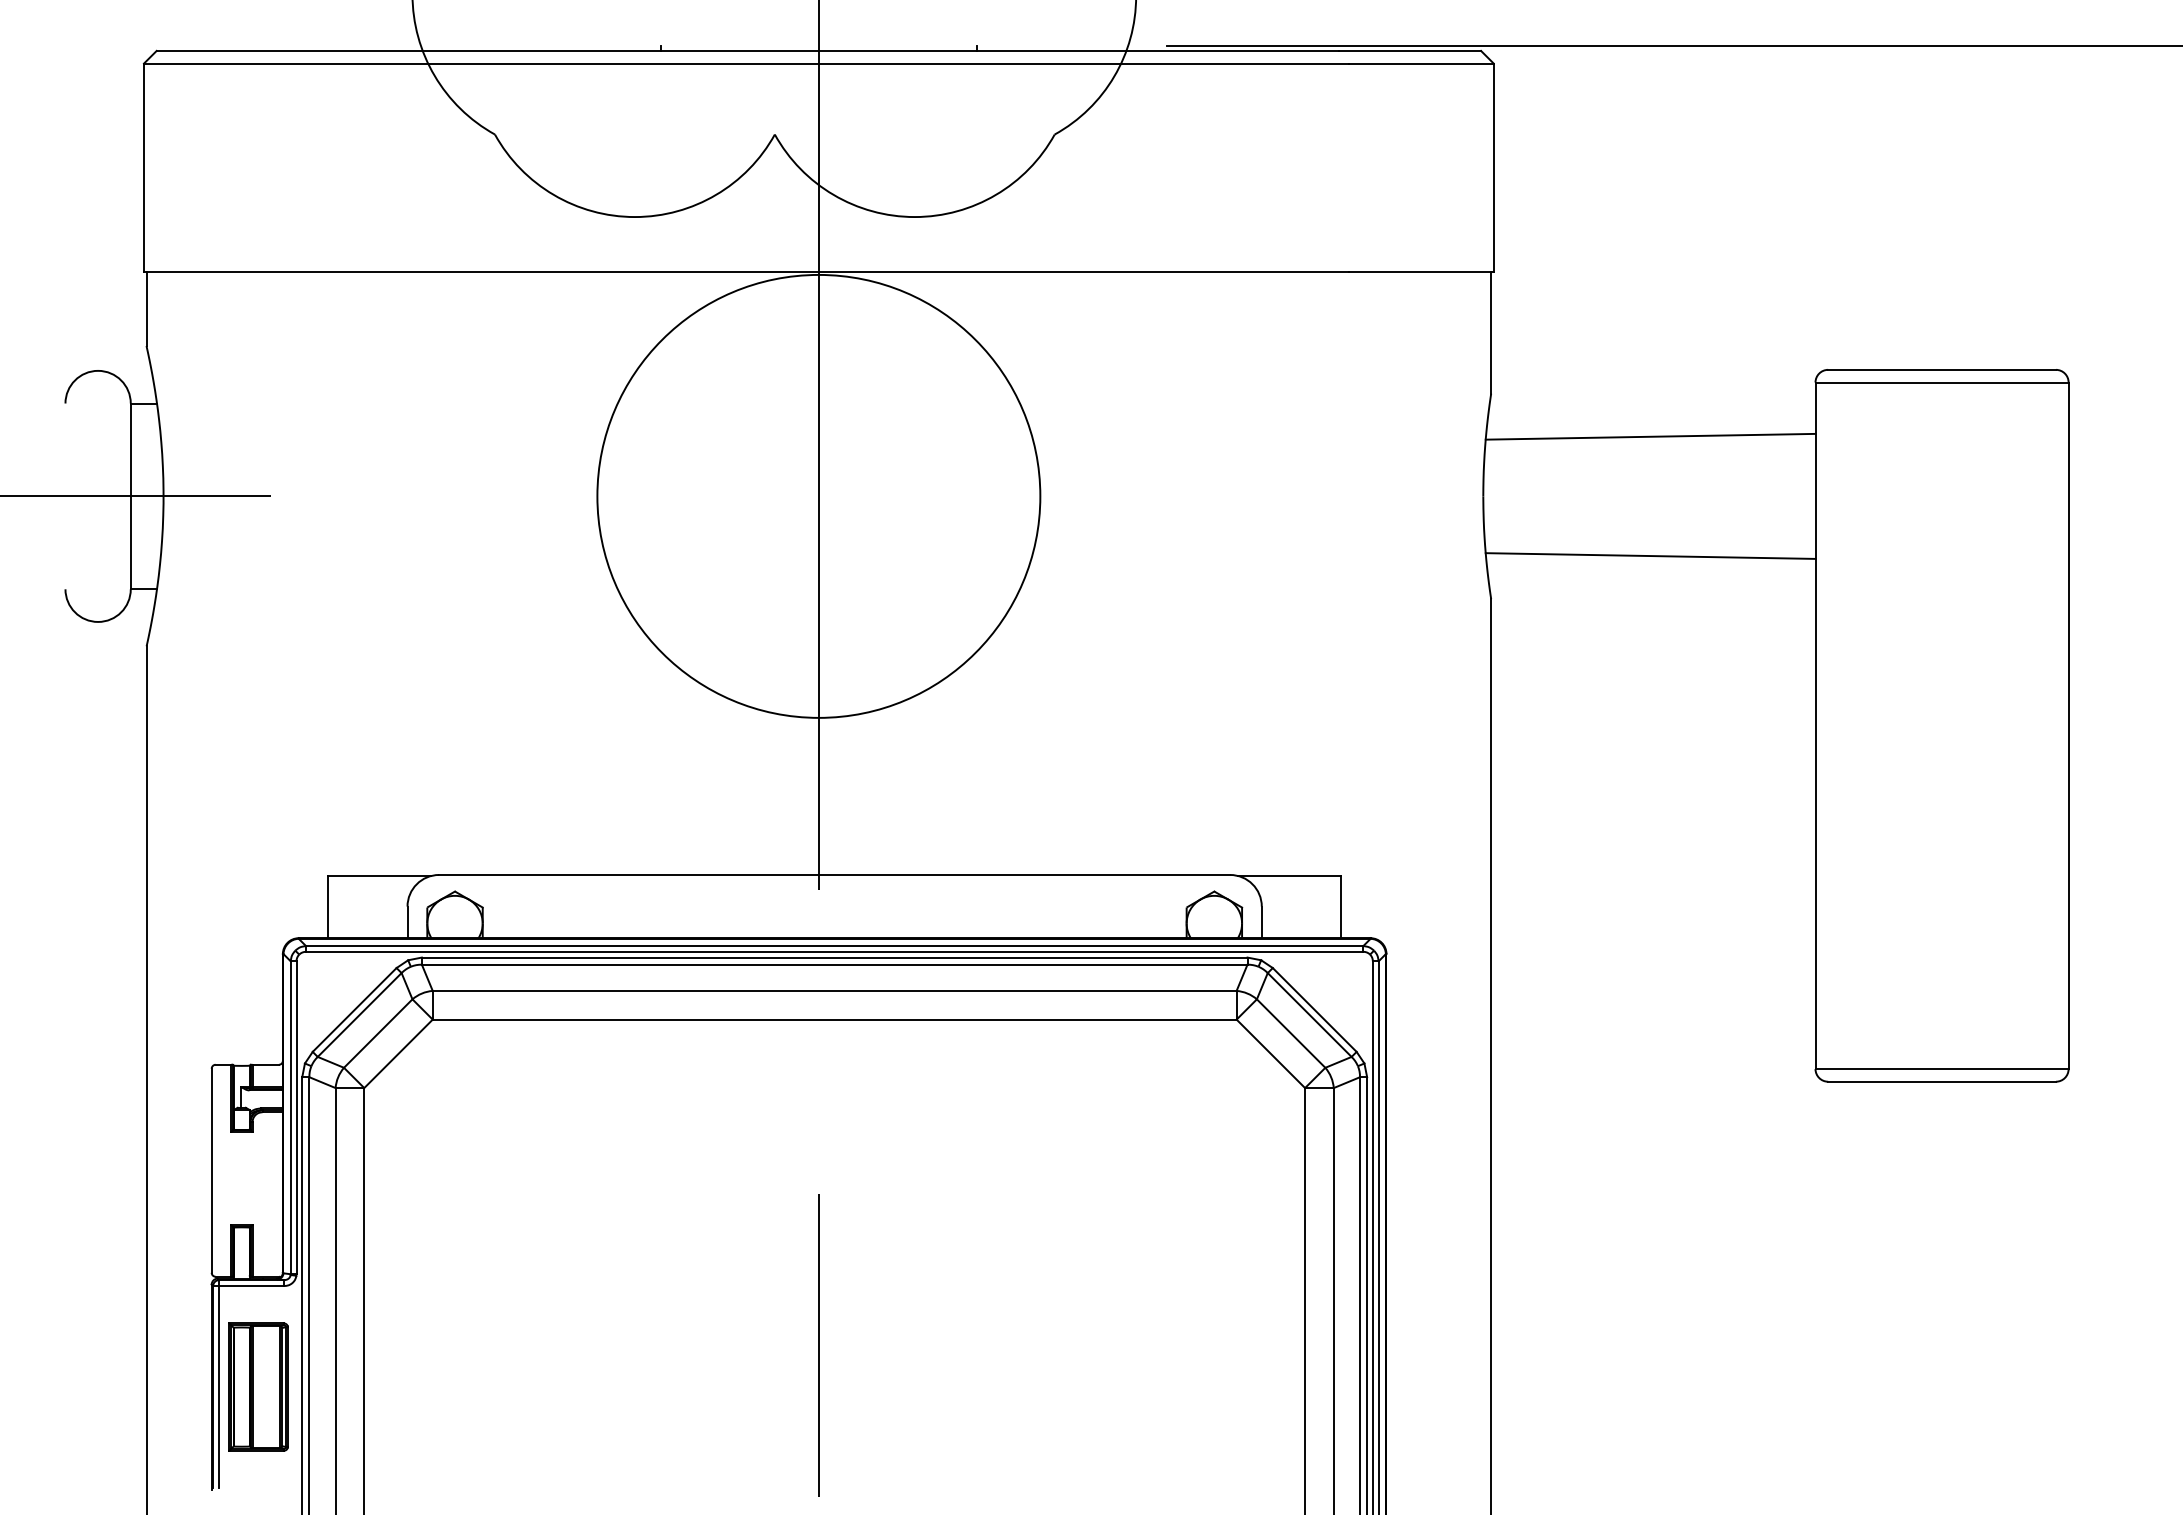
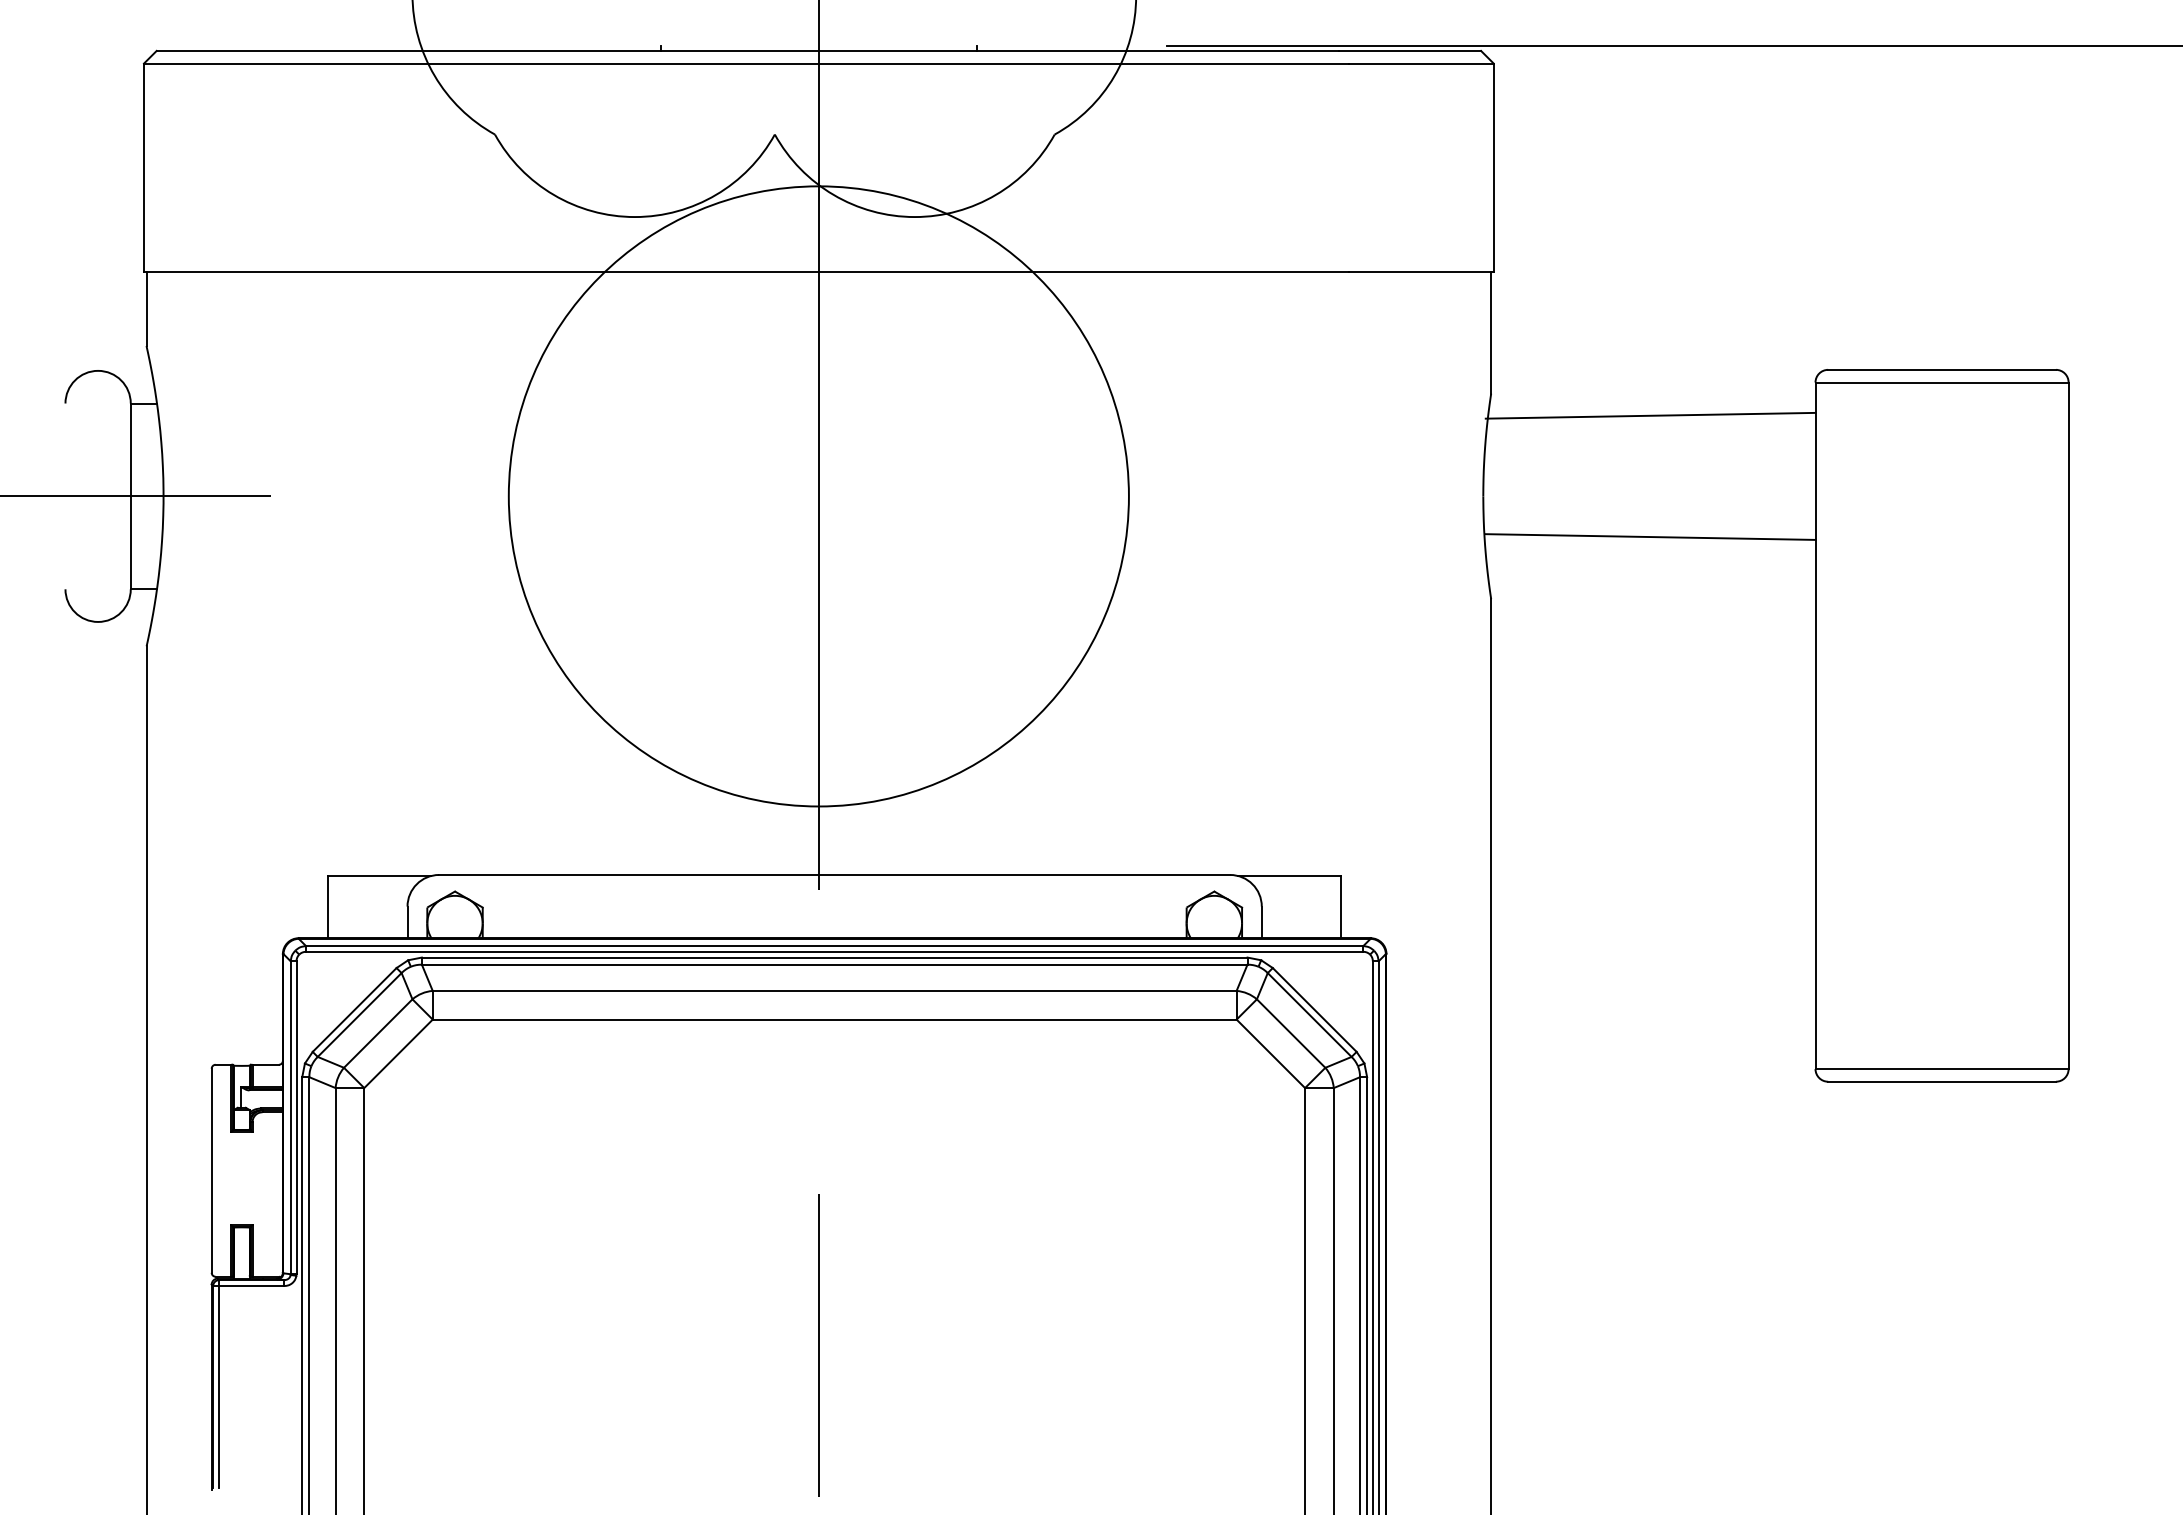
line at (1650, 436) position: (1650, 436) -> (1650, 415)
circle at (818, 495) diameter: 443 px -> 620 px
line at (1650, 555) position: (1650, 555) -> (1650, 536)
part at (258, 1386): present -> none
